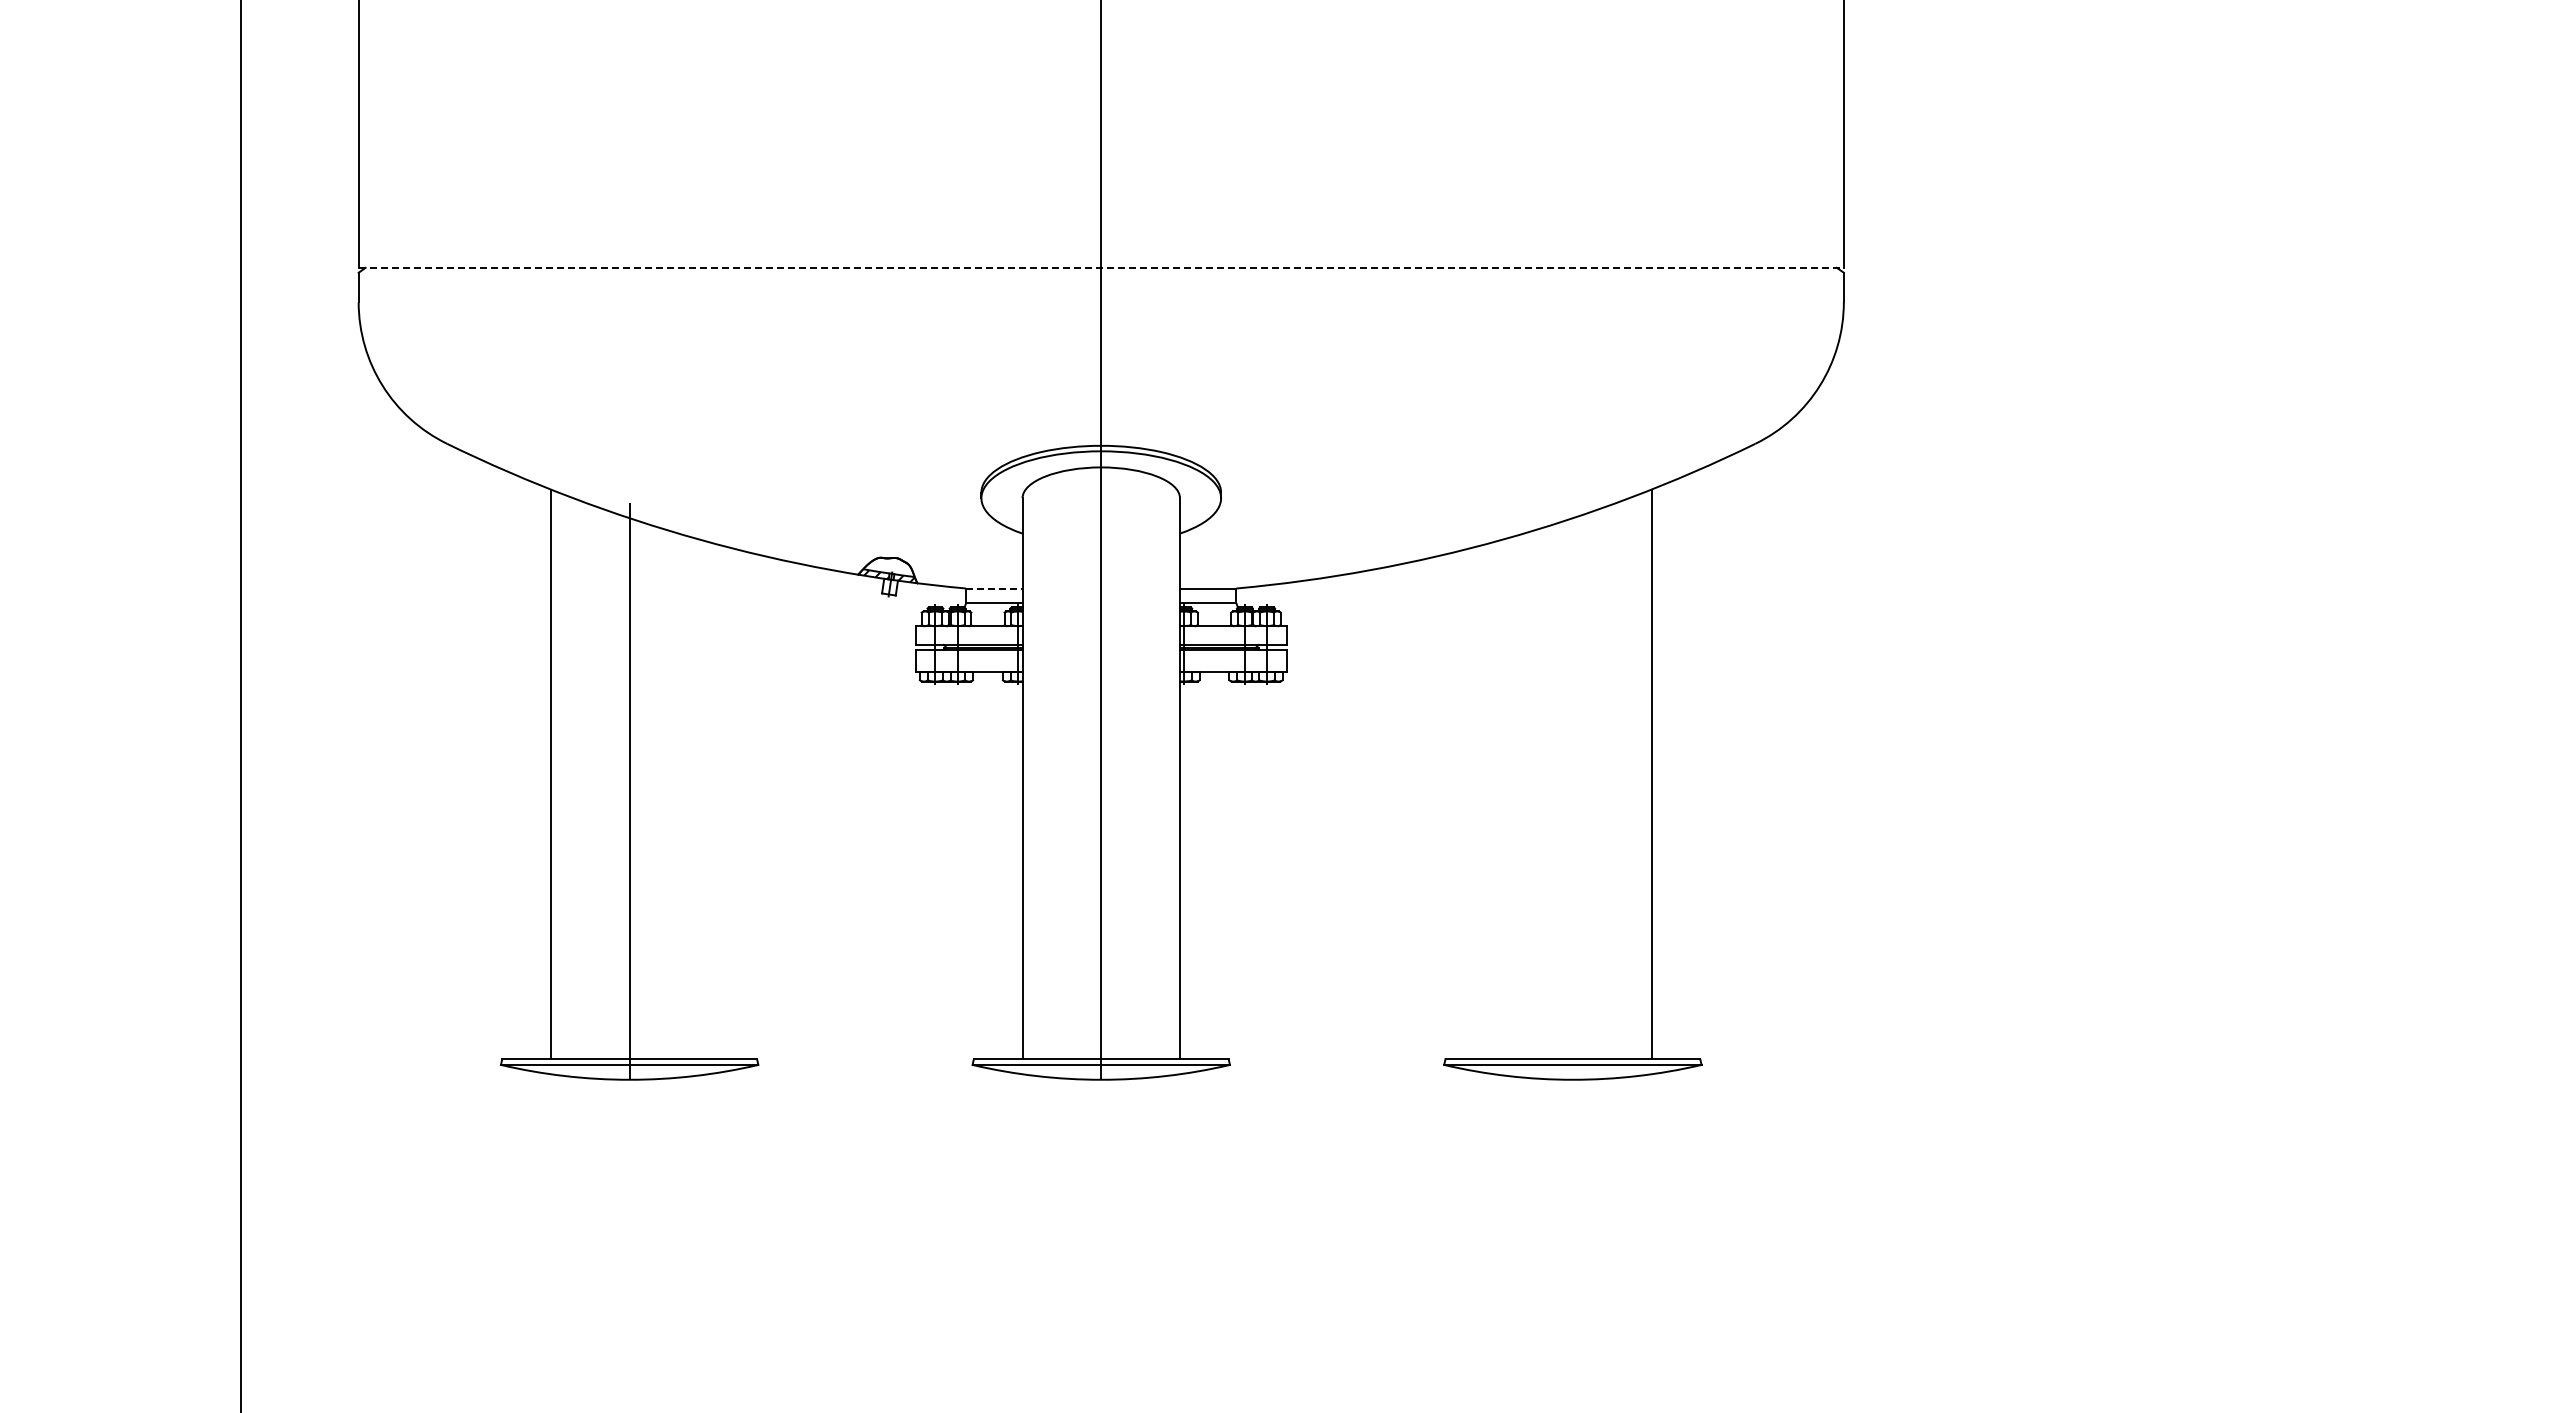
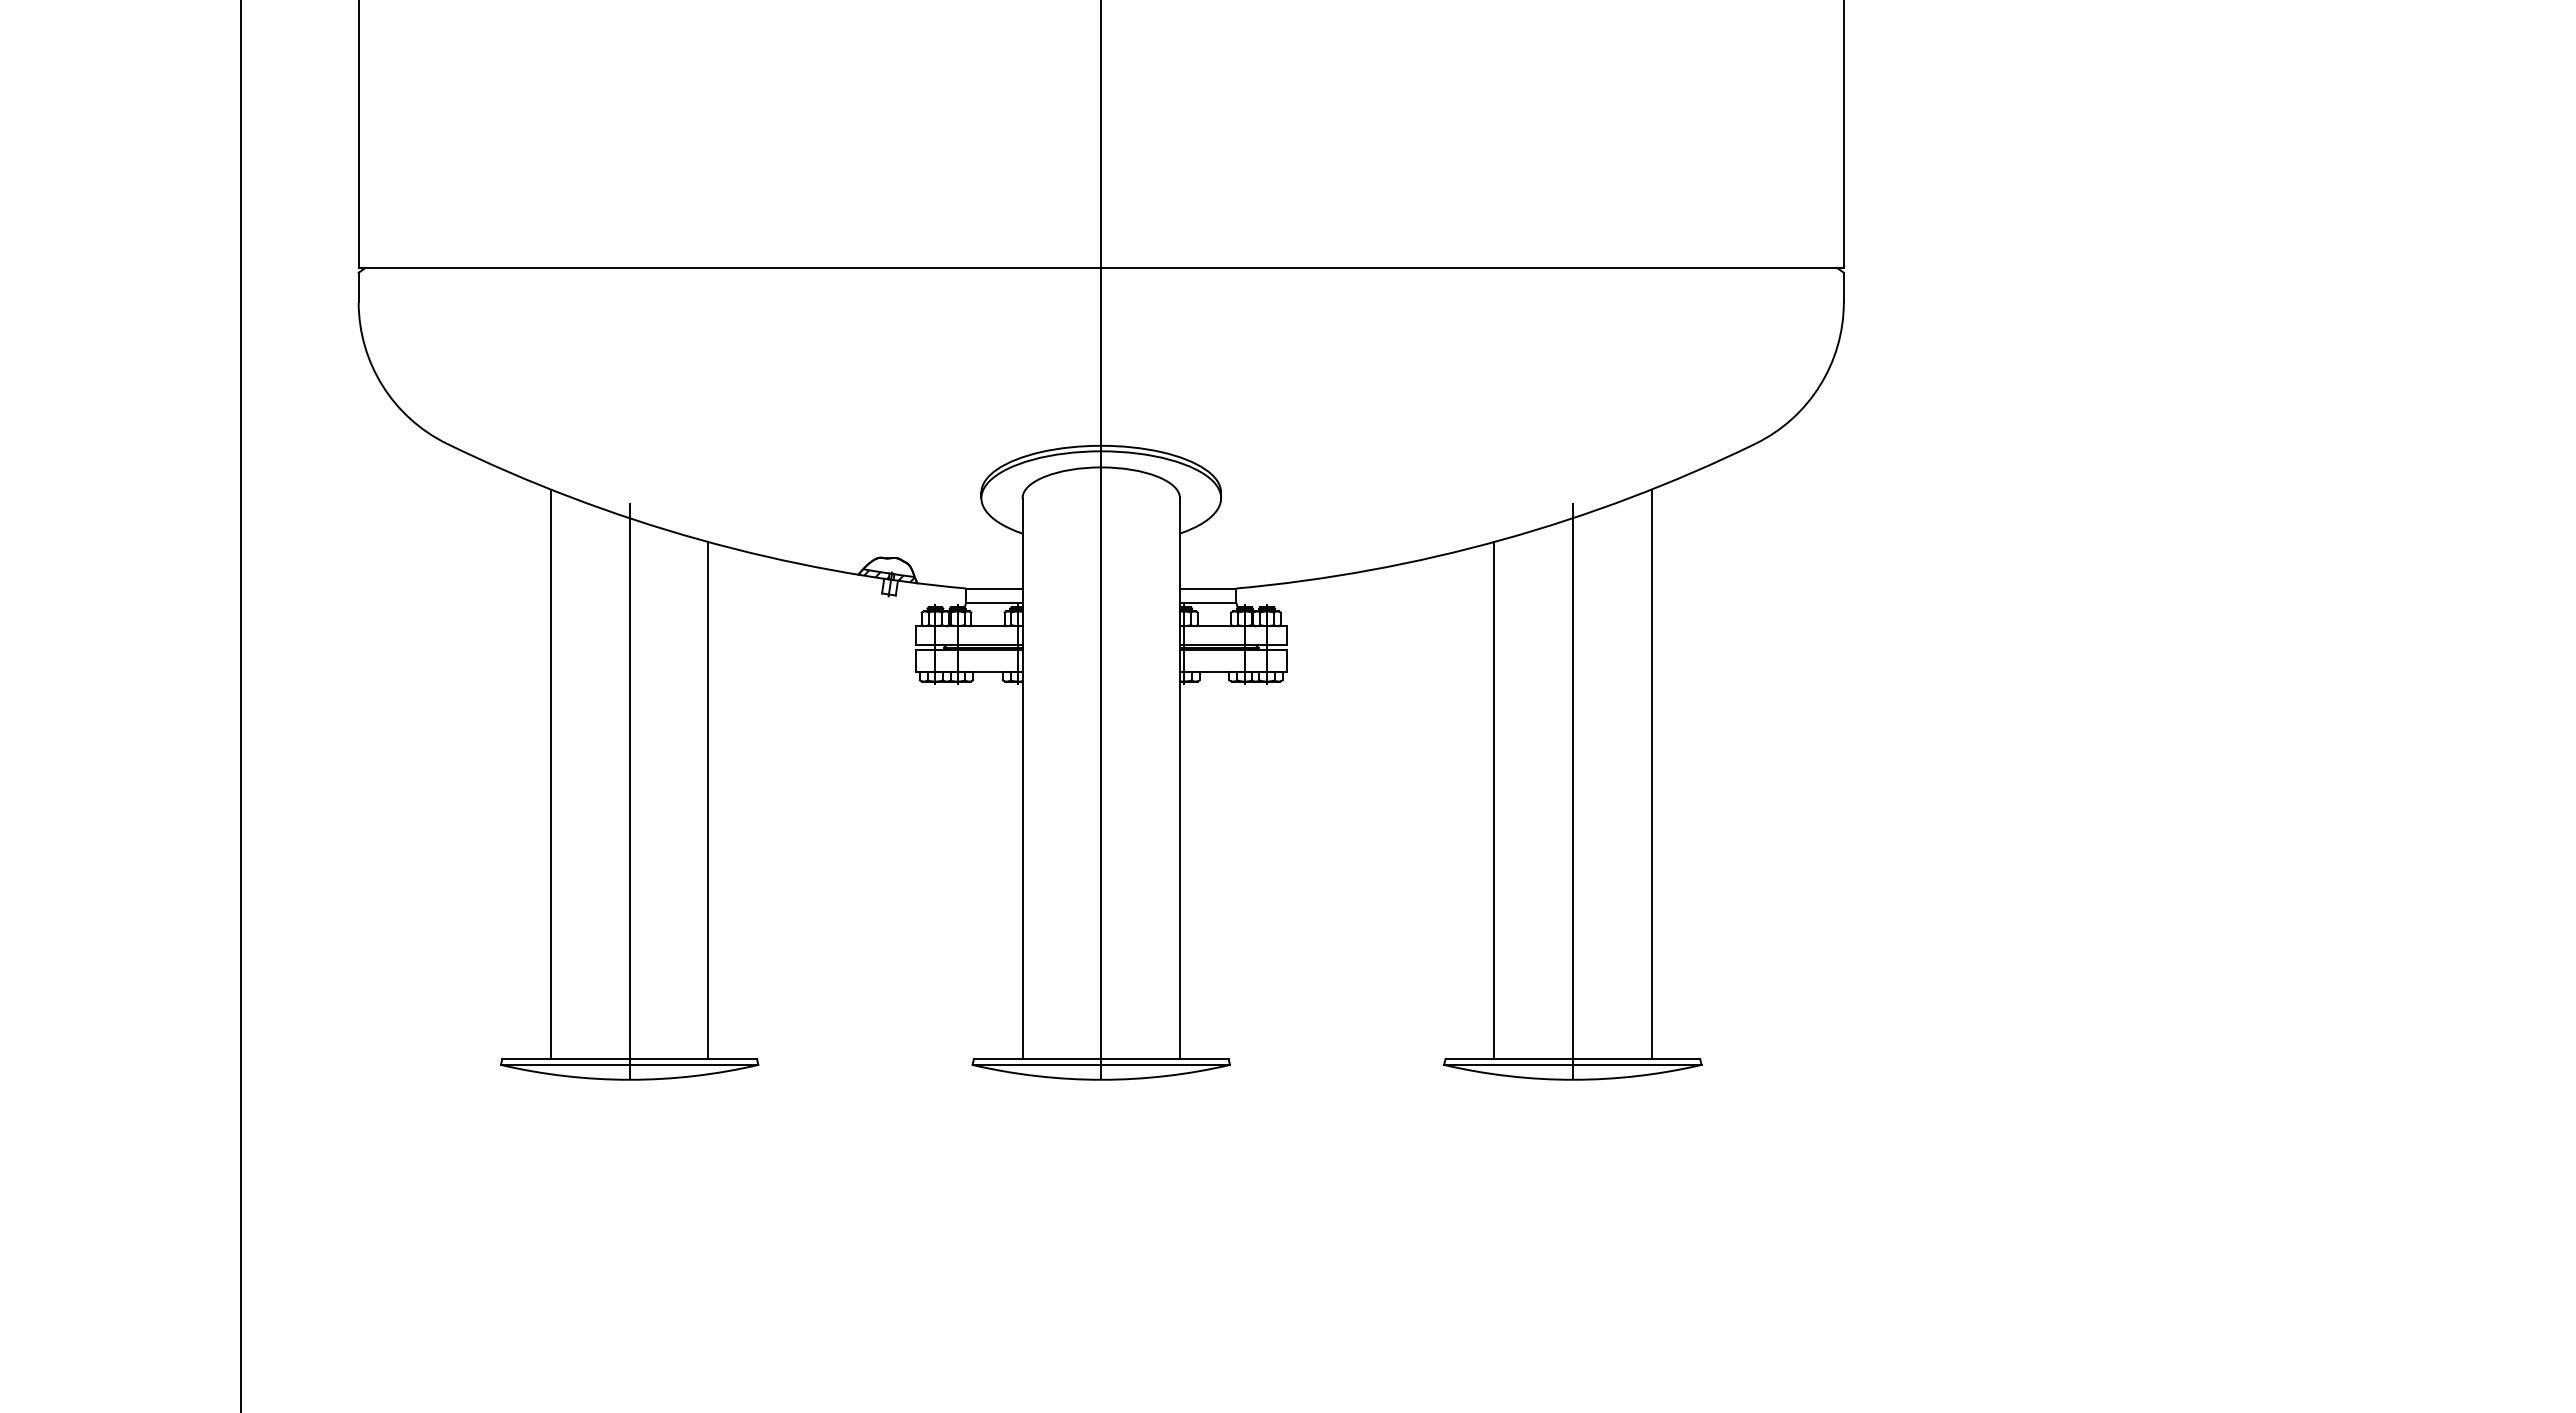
line at (1101, 267): dashed -> solid
line at (994, 588): dashed -> solid
line at (1572, 791): none -> present
line at (708, 800): none -> present
line at (1494, 800): none -> present
